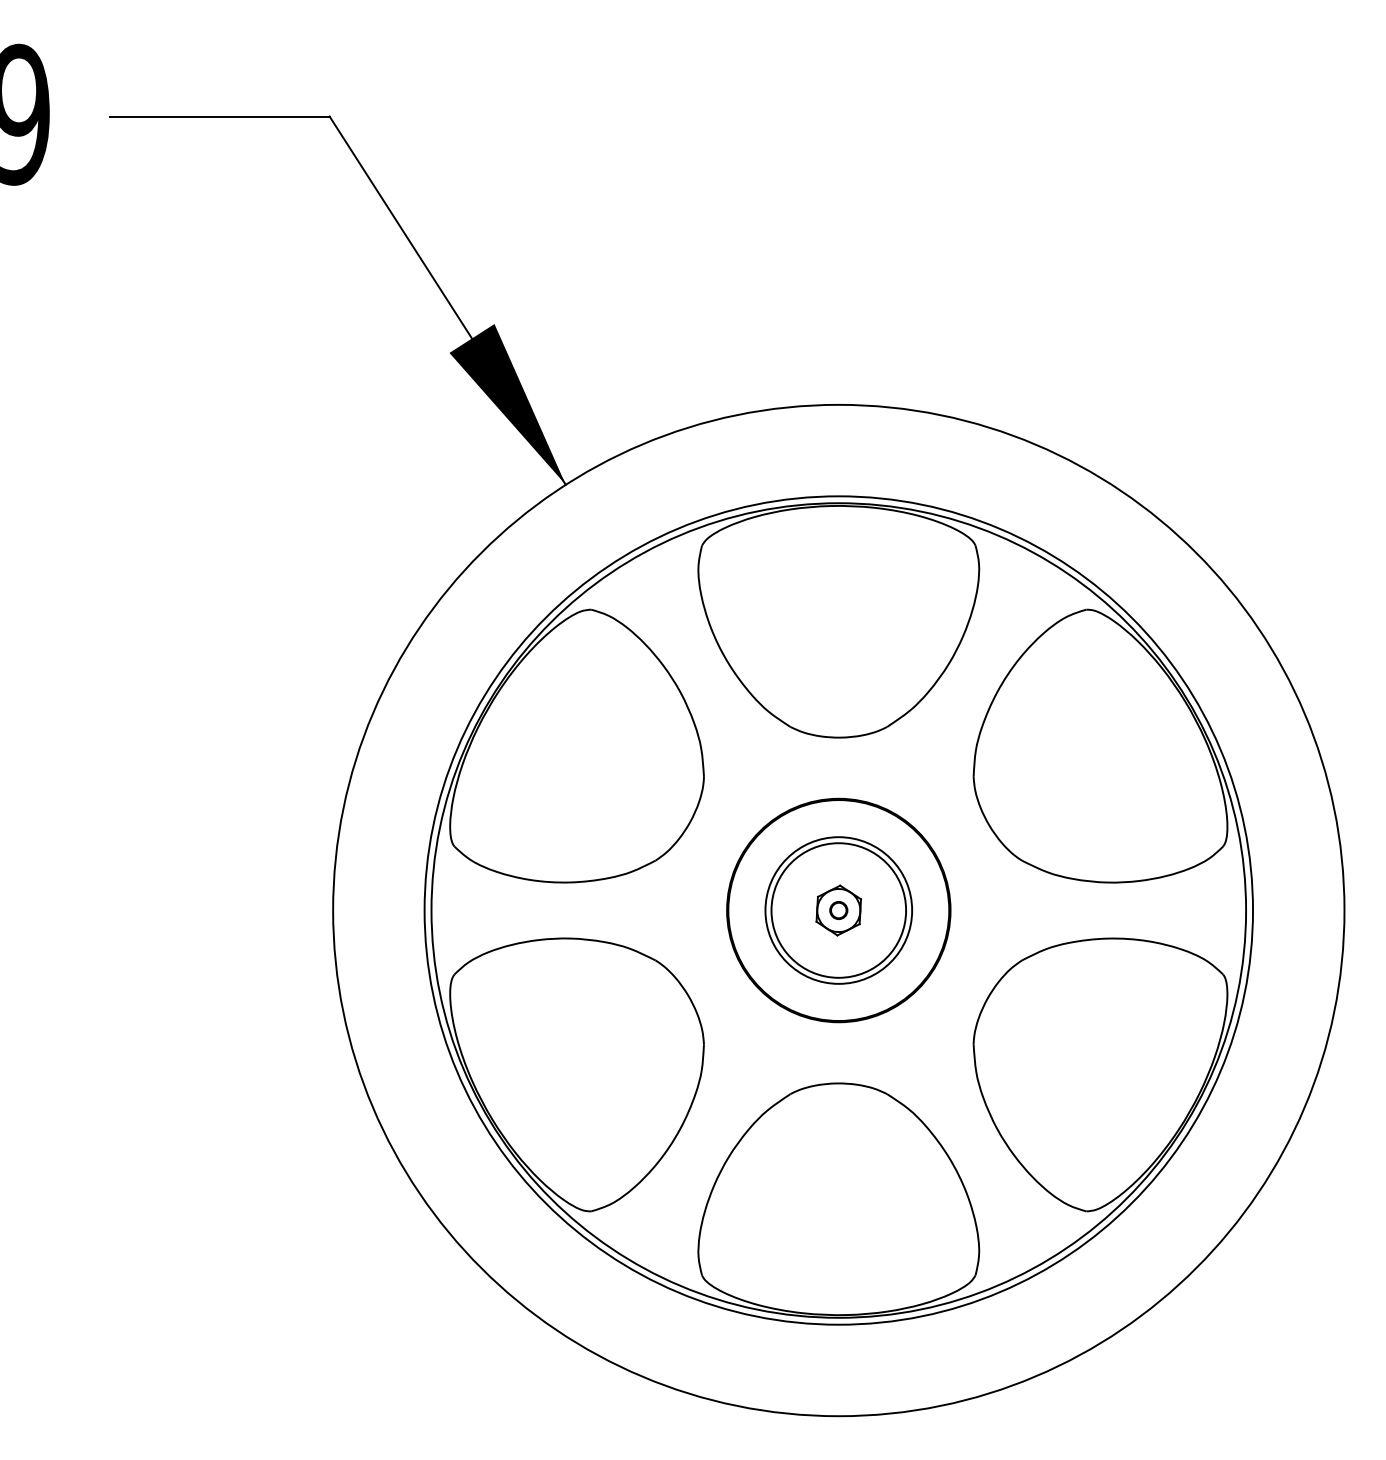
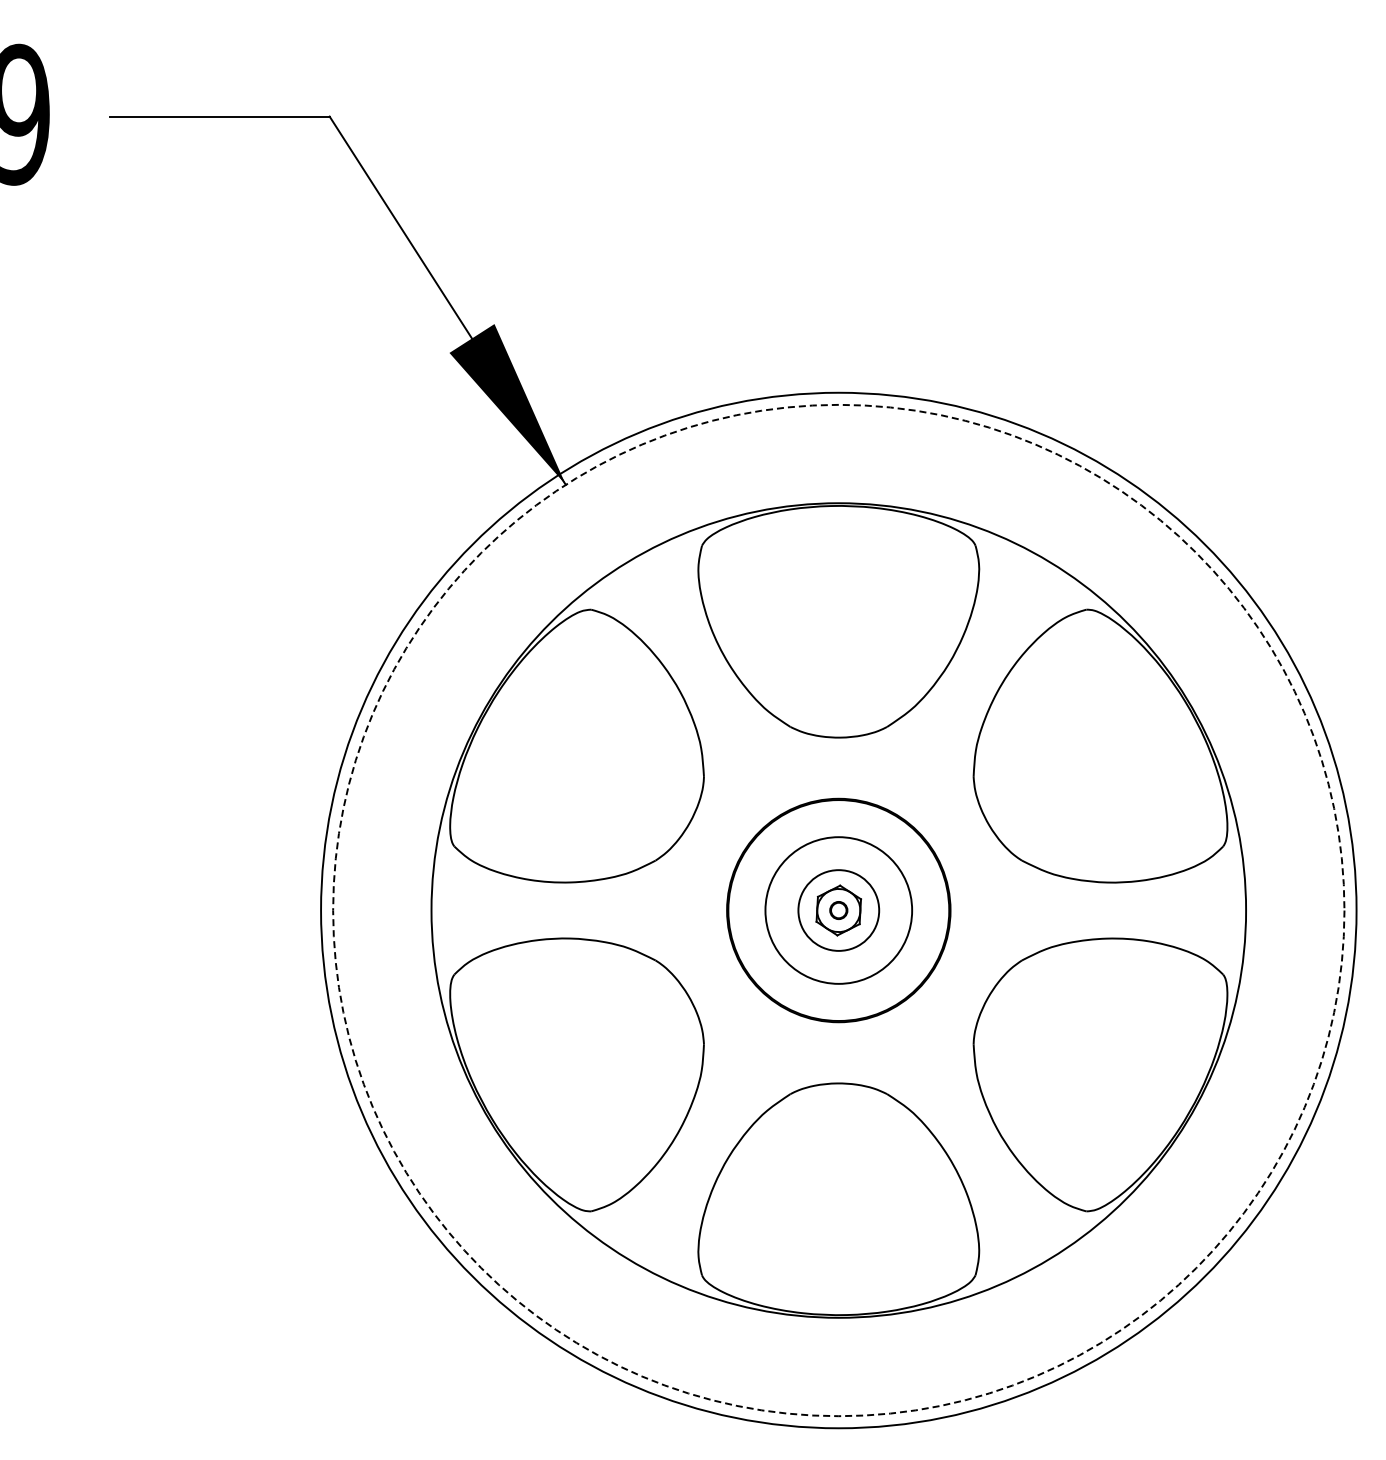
circle at (838, 910) diameter: 135 px -> 81 px
circle at (838, 910) diameter: 828 px -> 1035 px
circle at (838, 910): solid -> dashed
